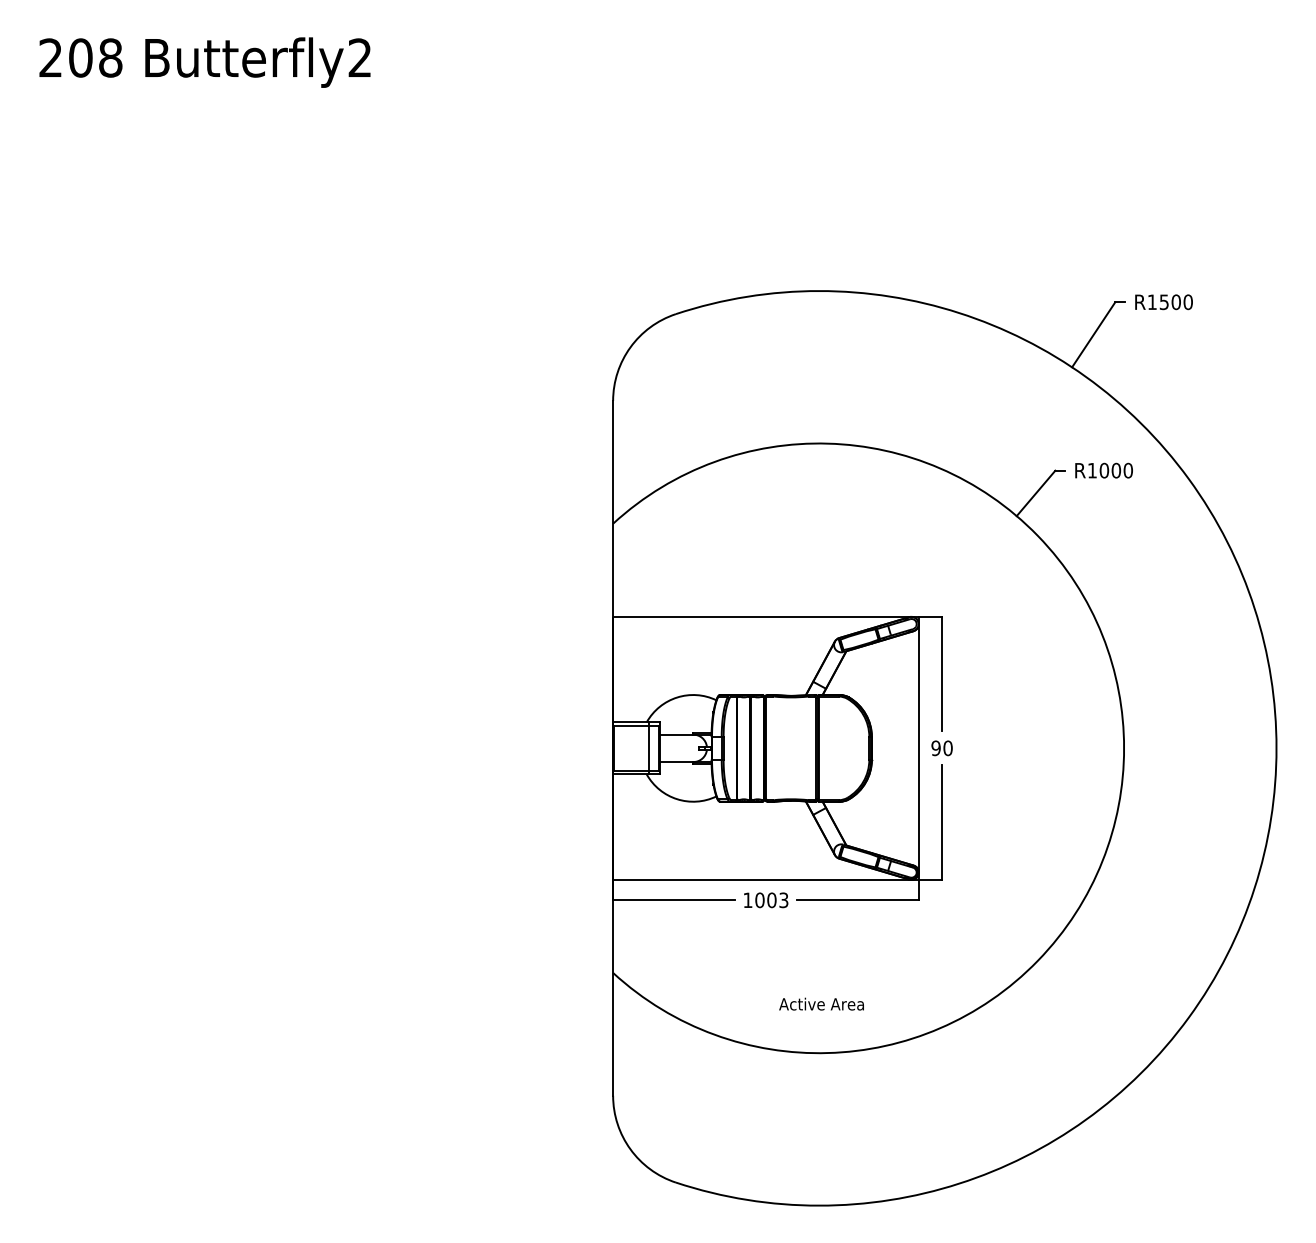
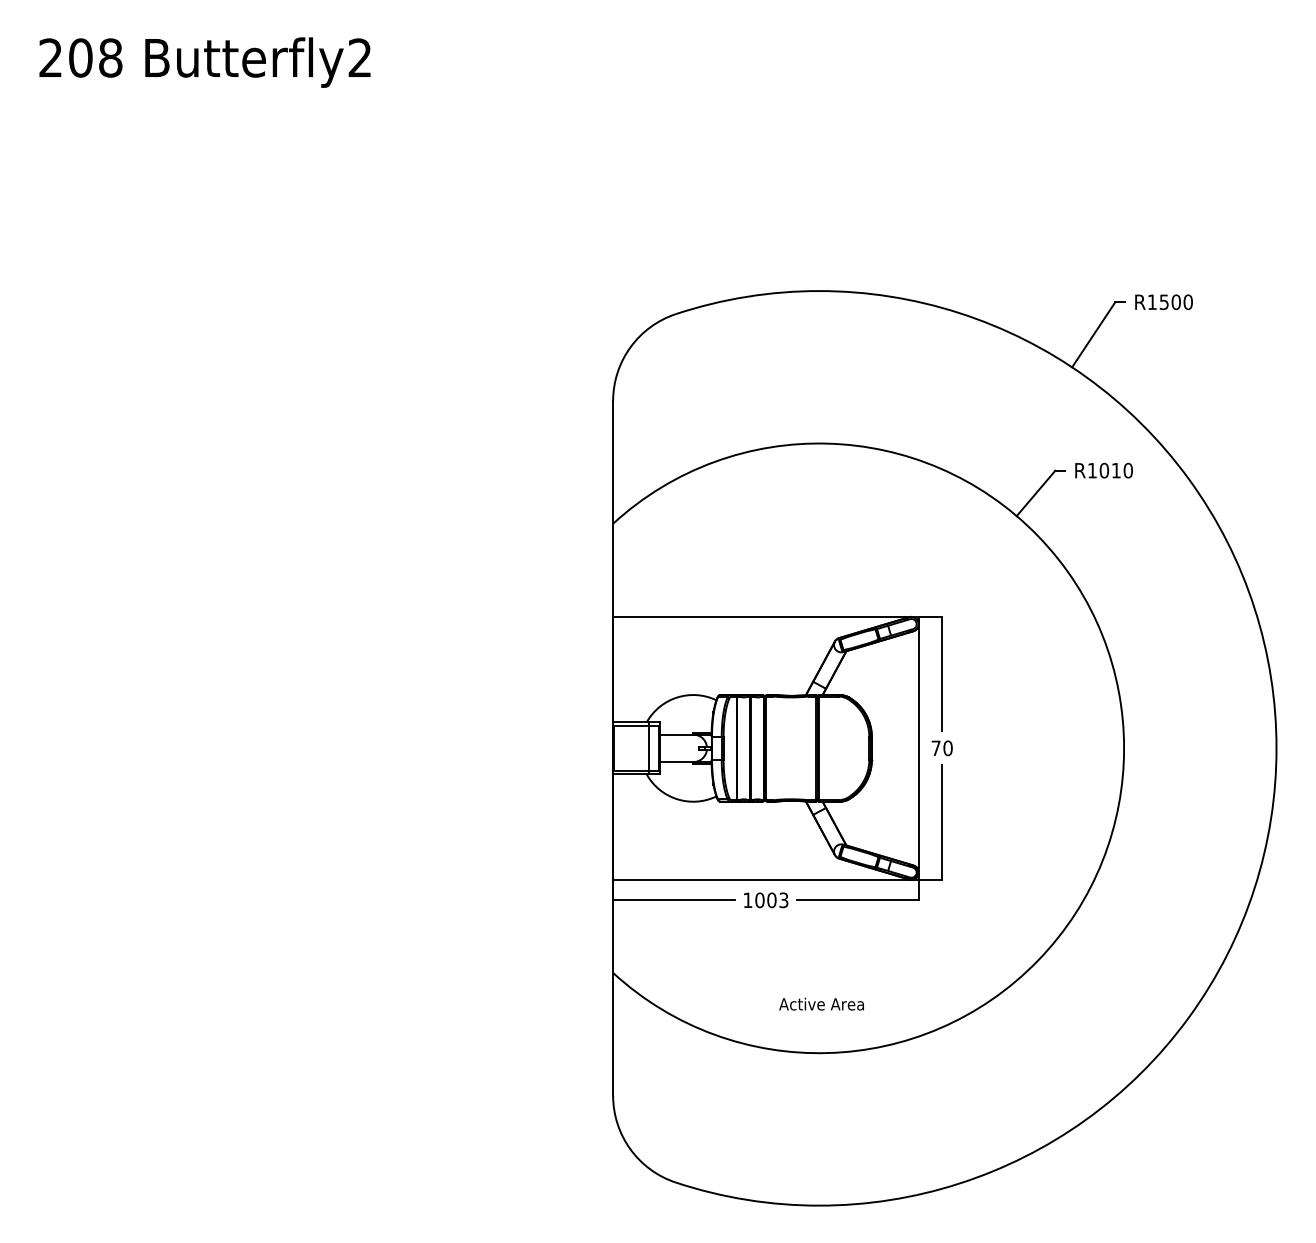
text at (1116, 470): R1000 -> R1010
text at (935, 748): 90 -> 70
